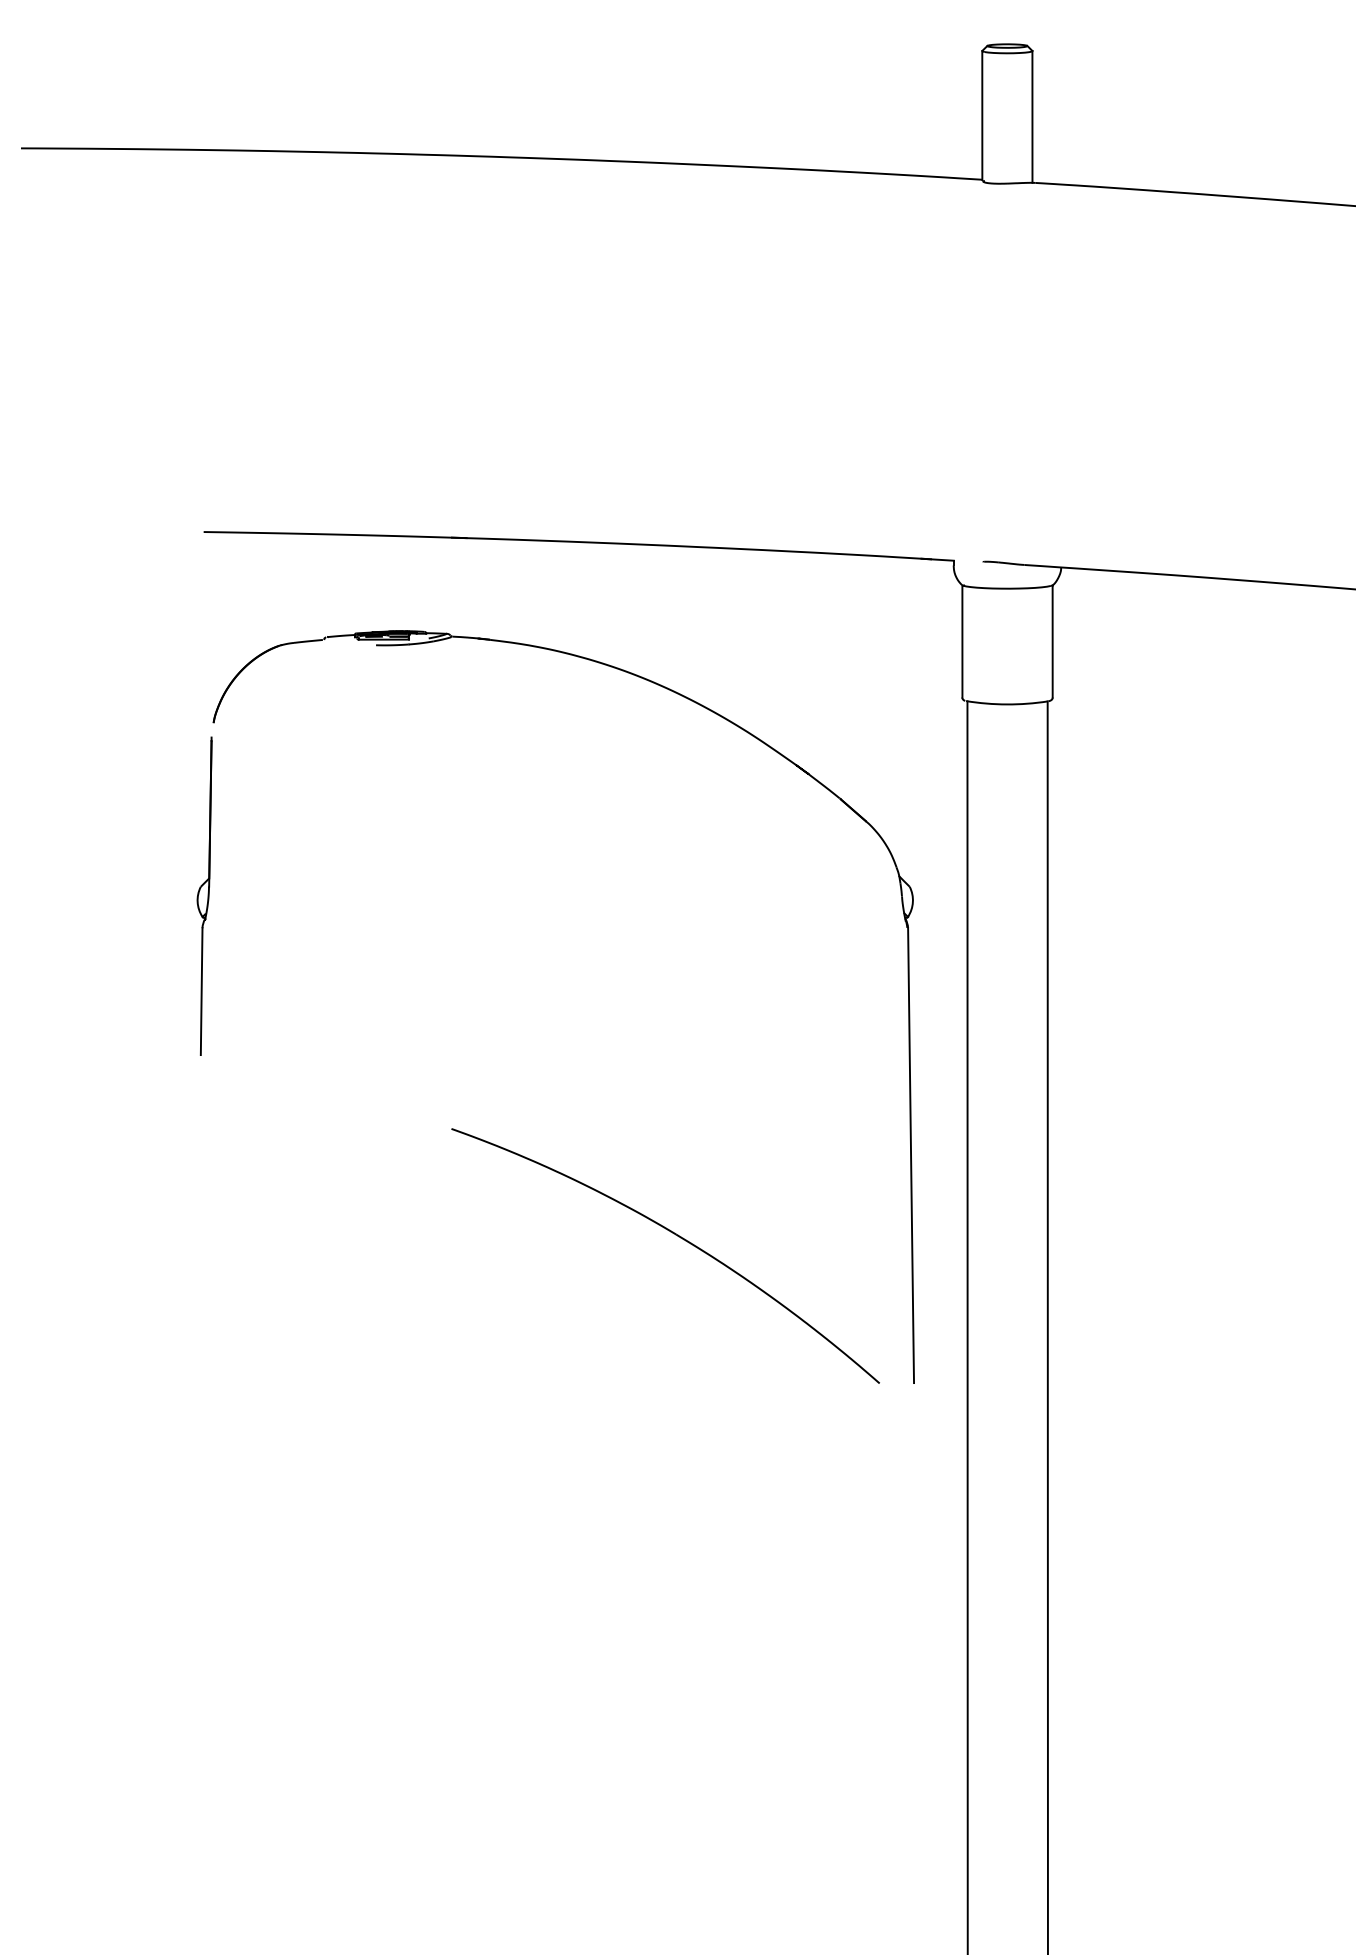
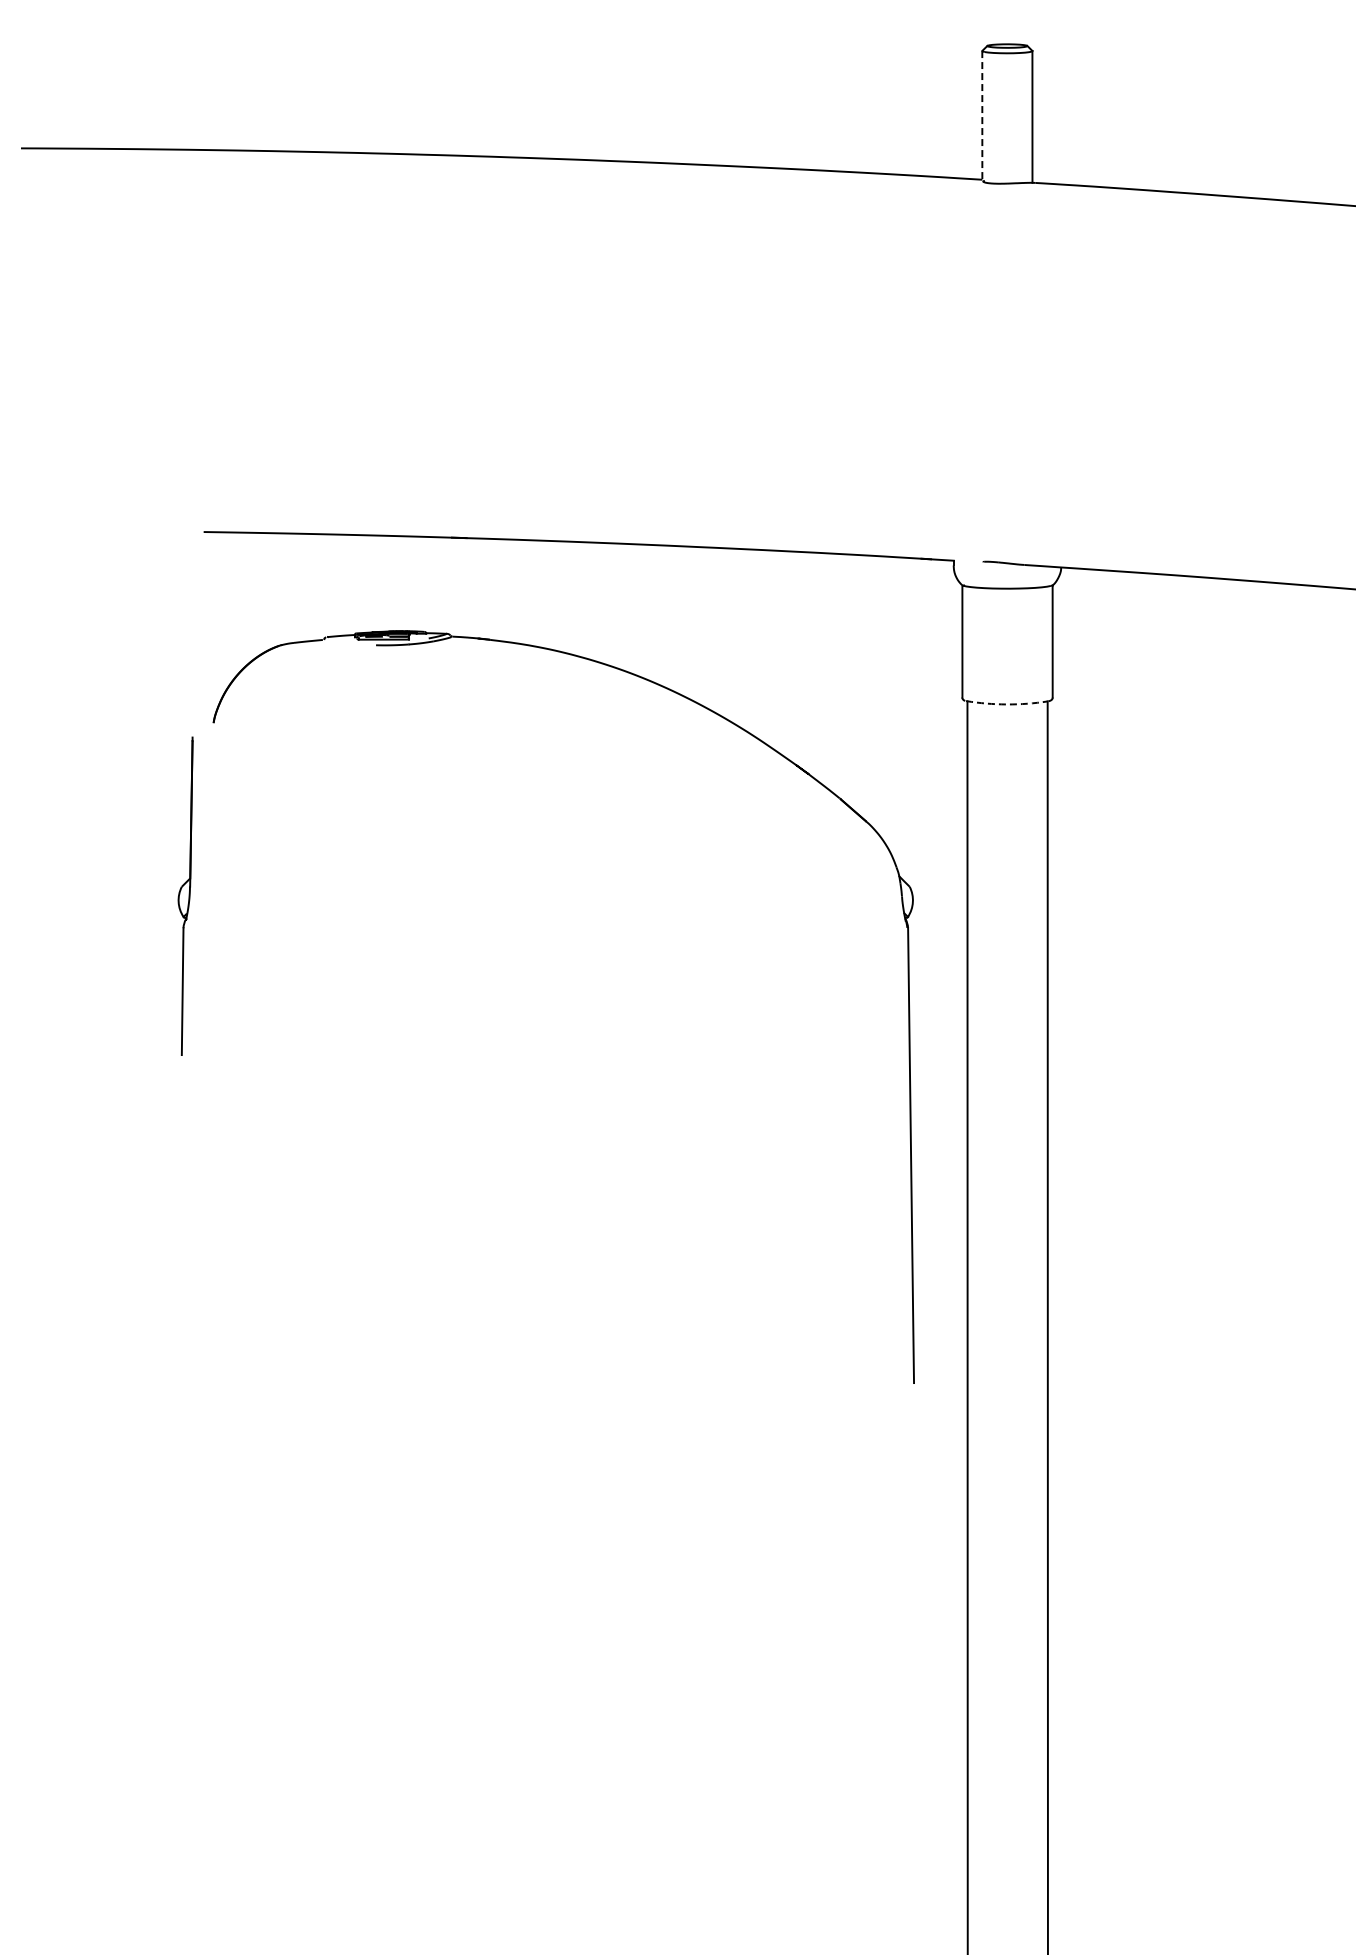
line at (982, 115): solid -> dashed
arc at (1006, 704): solid -> dashed
part at (204, 895) position: (204, 895) -> (185, 895)
part at (675, 1235): present -> none
